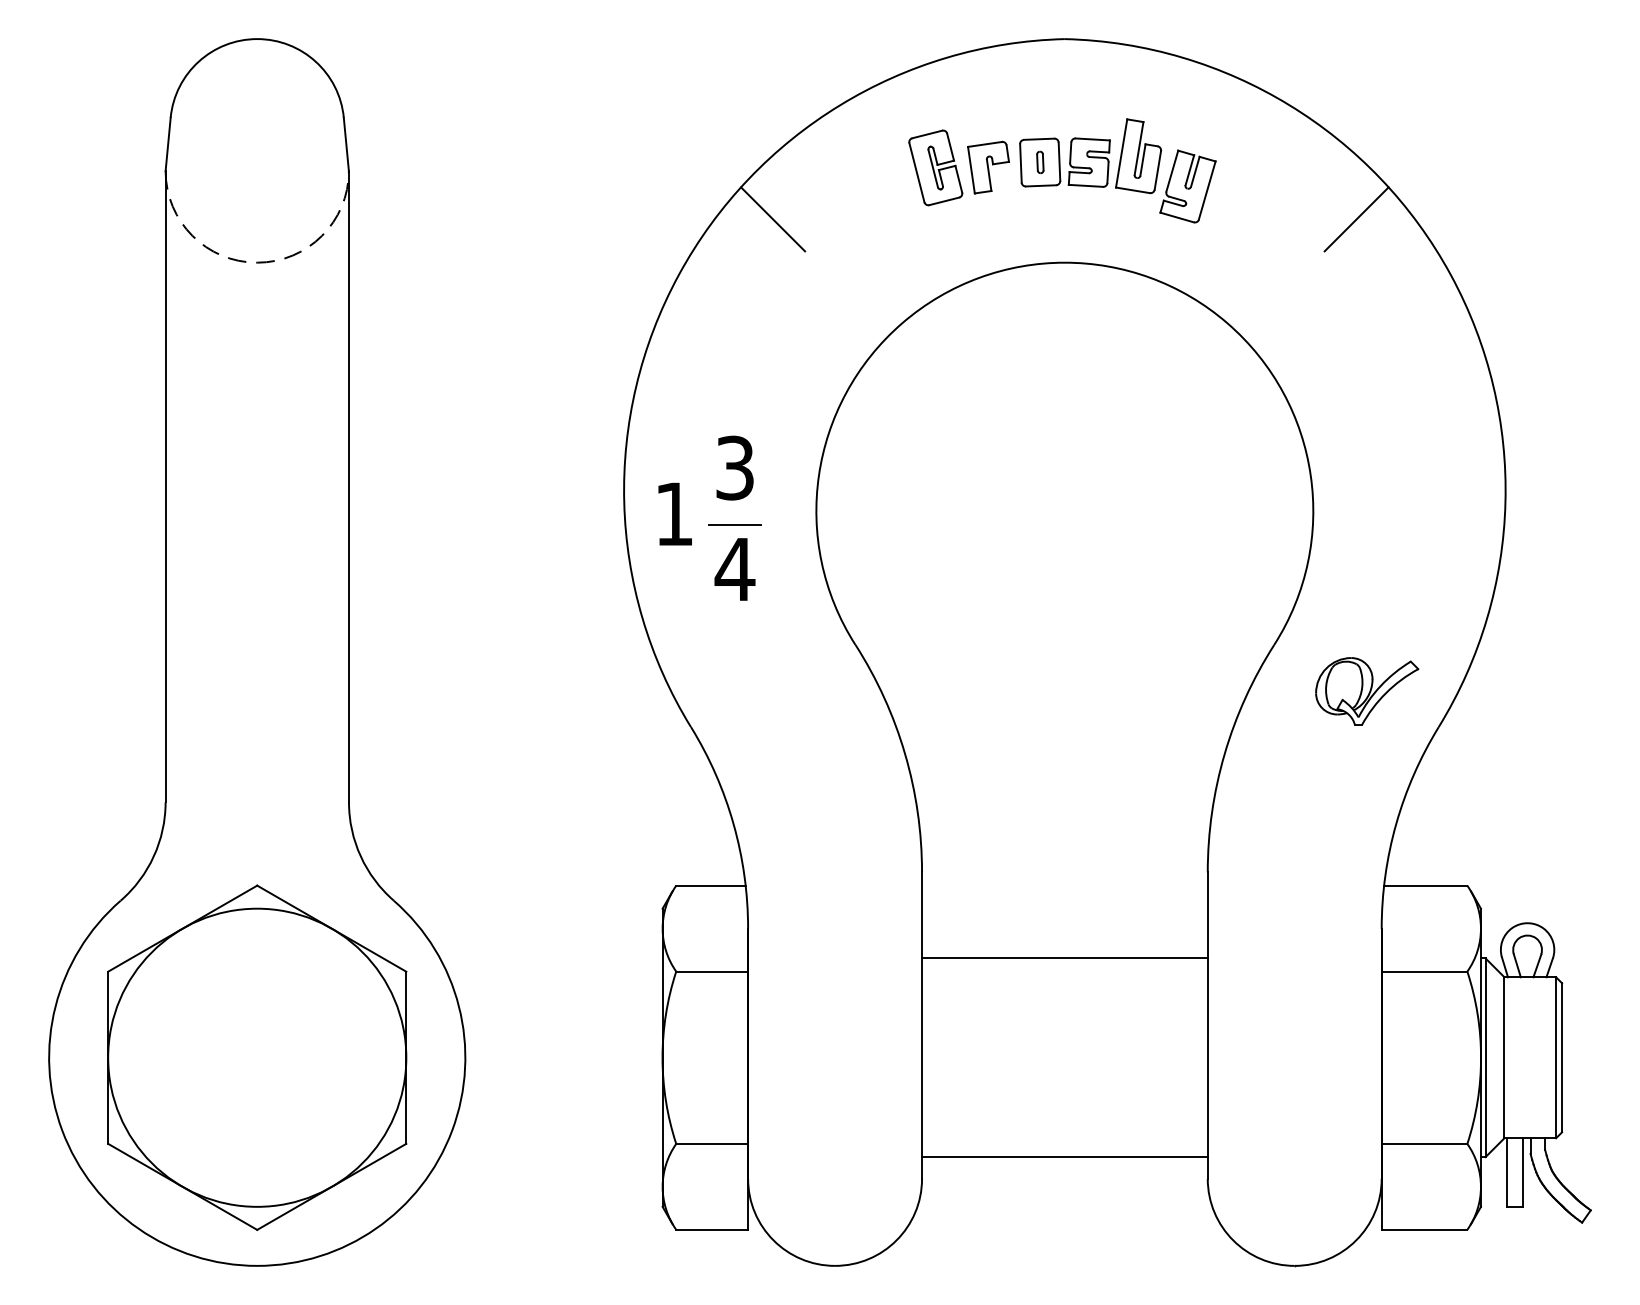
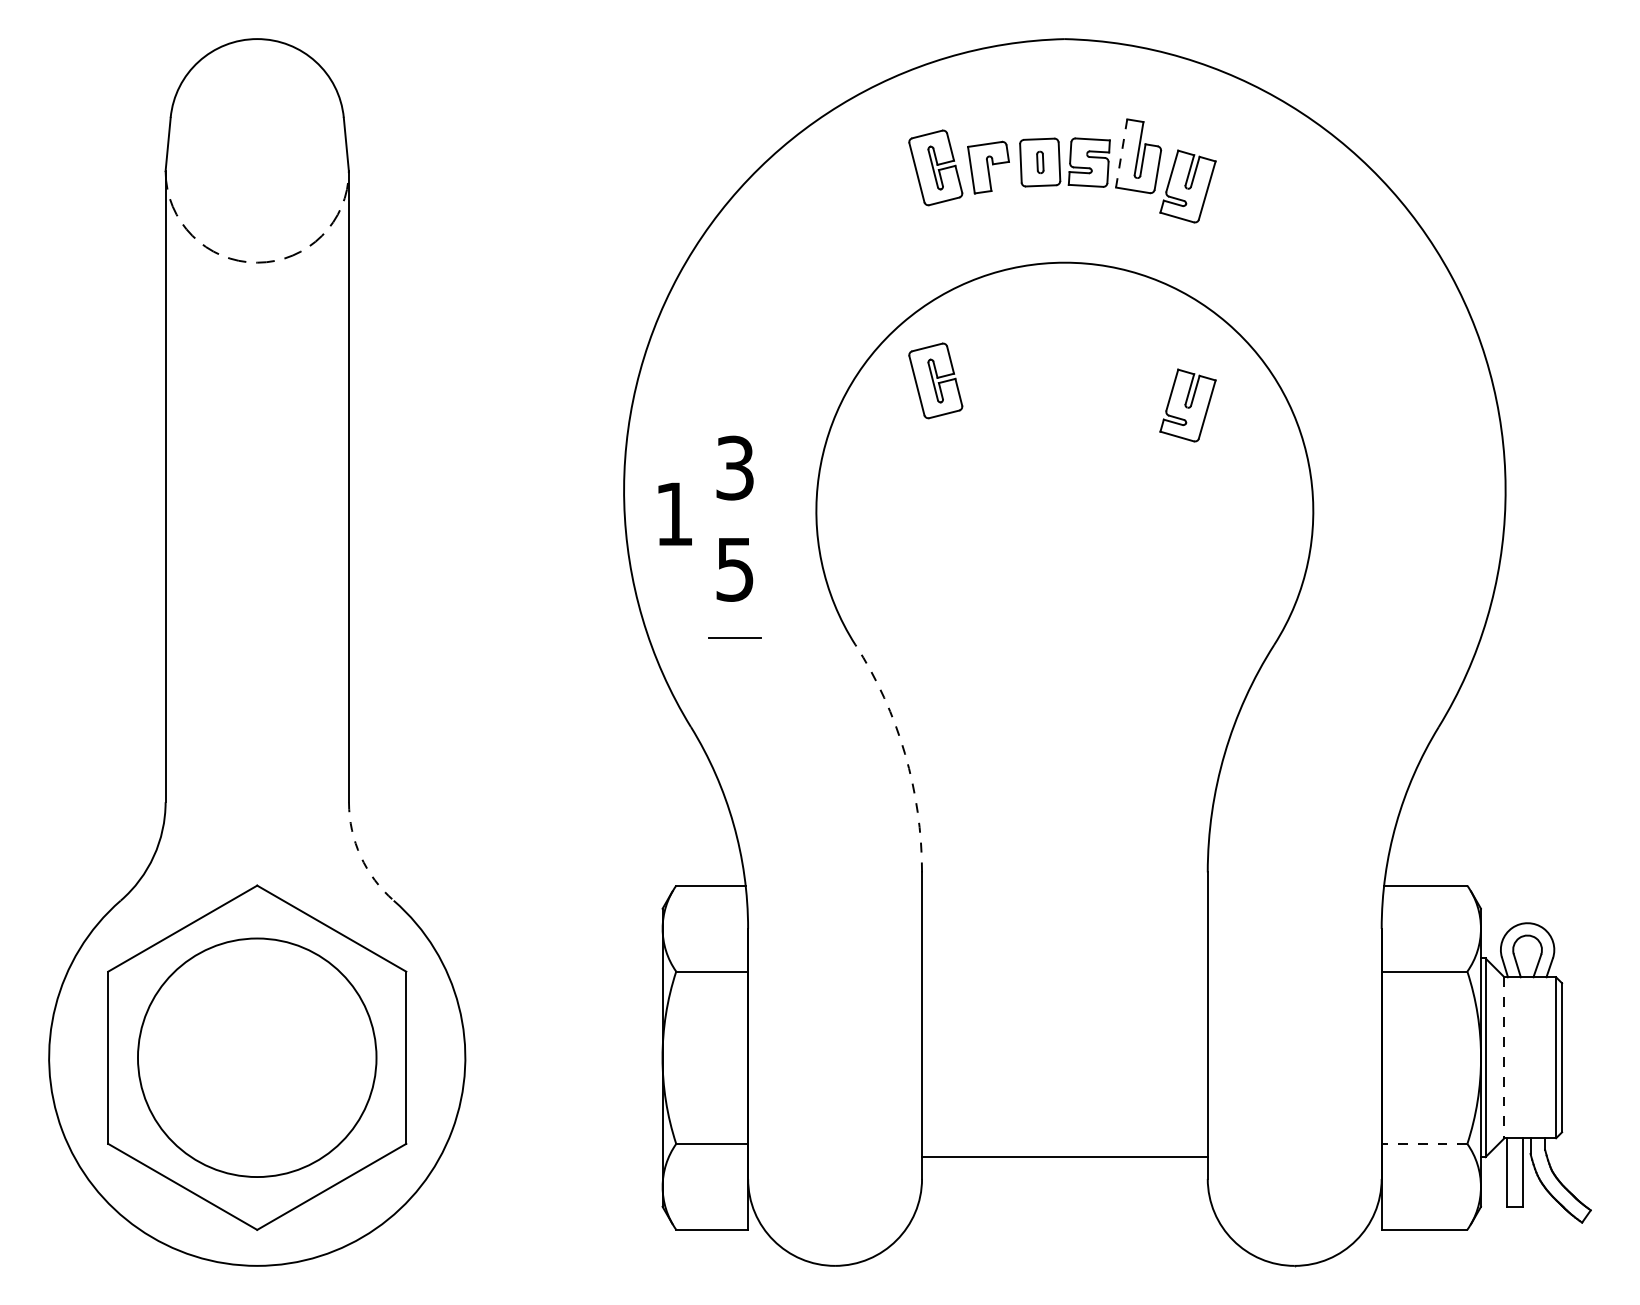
line at (1121, 153): solid -> dashed
line at (773, 219): present -> none
line at (1356, 219): present -> none
part at (935, 380): none -> present
part at (1187, 405): none -> present
line at (734, 524) position: (734, 524) -> (734, 637)
text at (734, 569): 4 -> 5
part at (1367, 691): present -> none
arc at (905, 753): solid -> dashed
arc at (360, 856): solid -> dashed
line at (1064, 958): present -> none
circle at (257, 1057) diameter: 298 px -> 239 px
line at (1504, 1057): solid -> dashed
line at (1424, 1143): solid -> dashed
